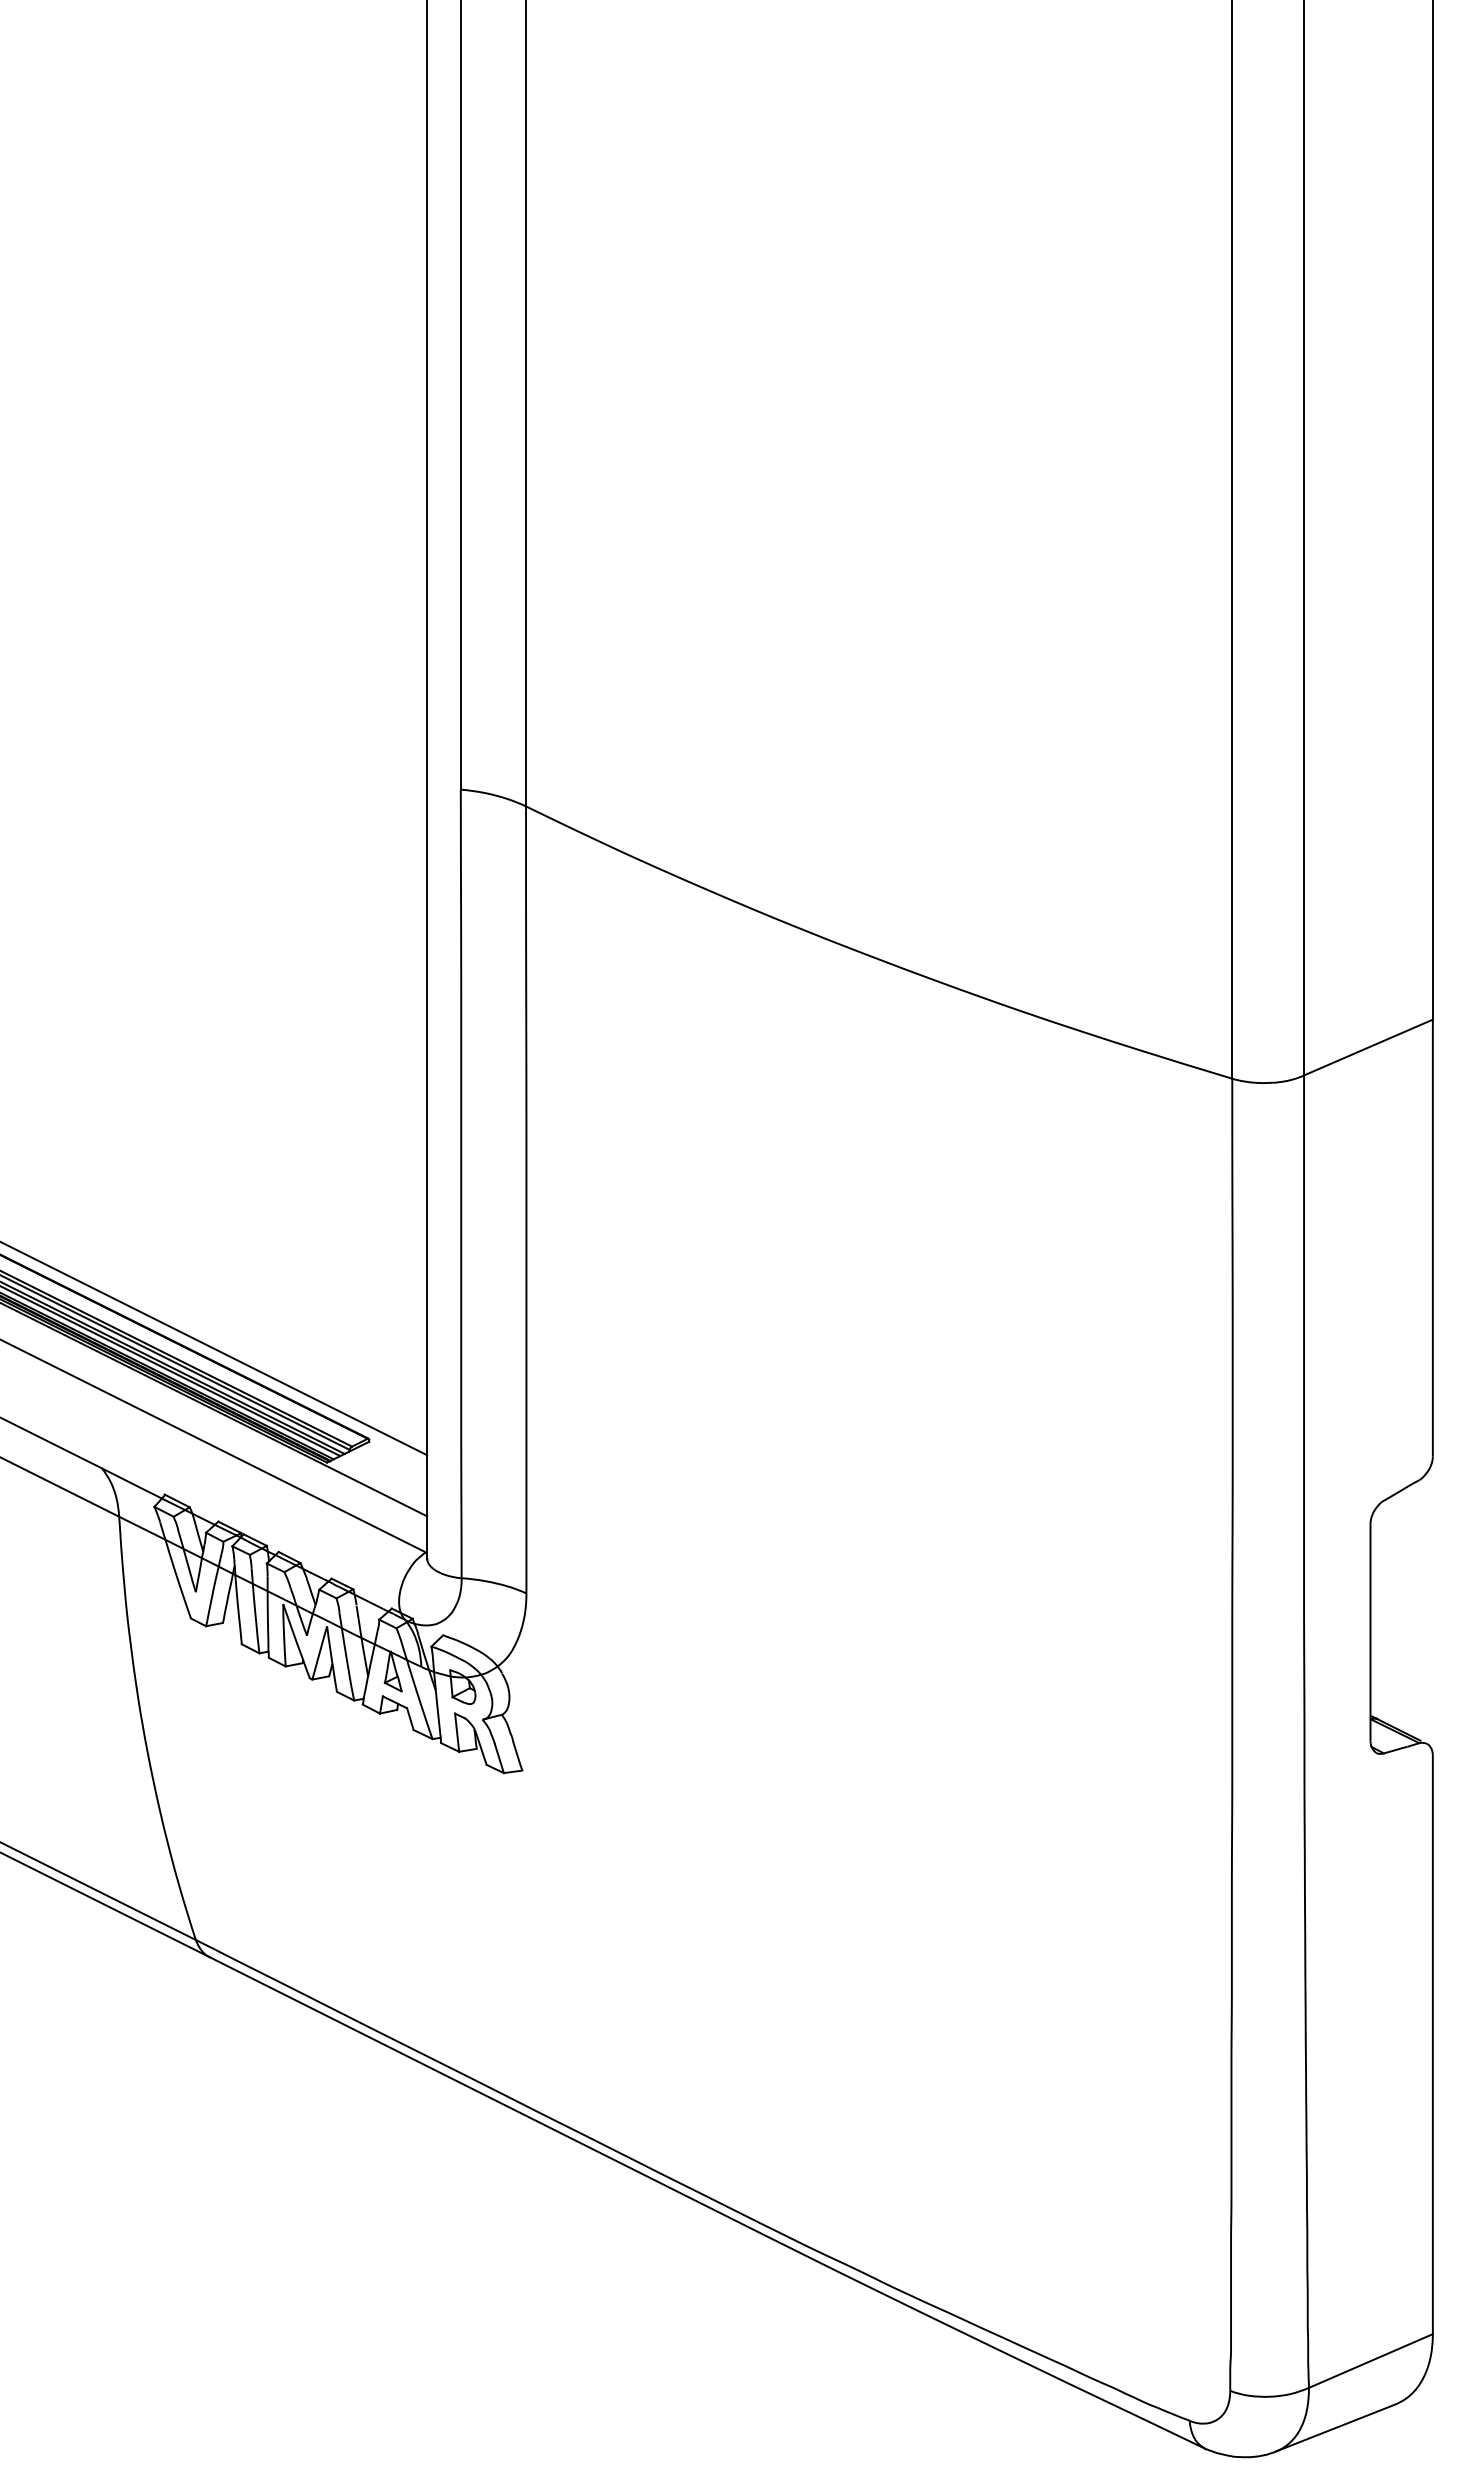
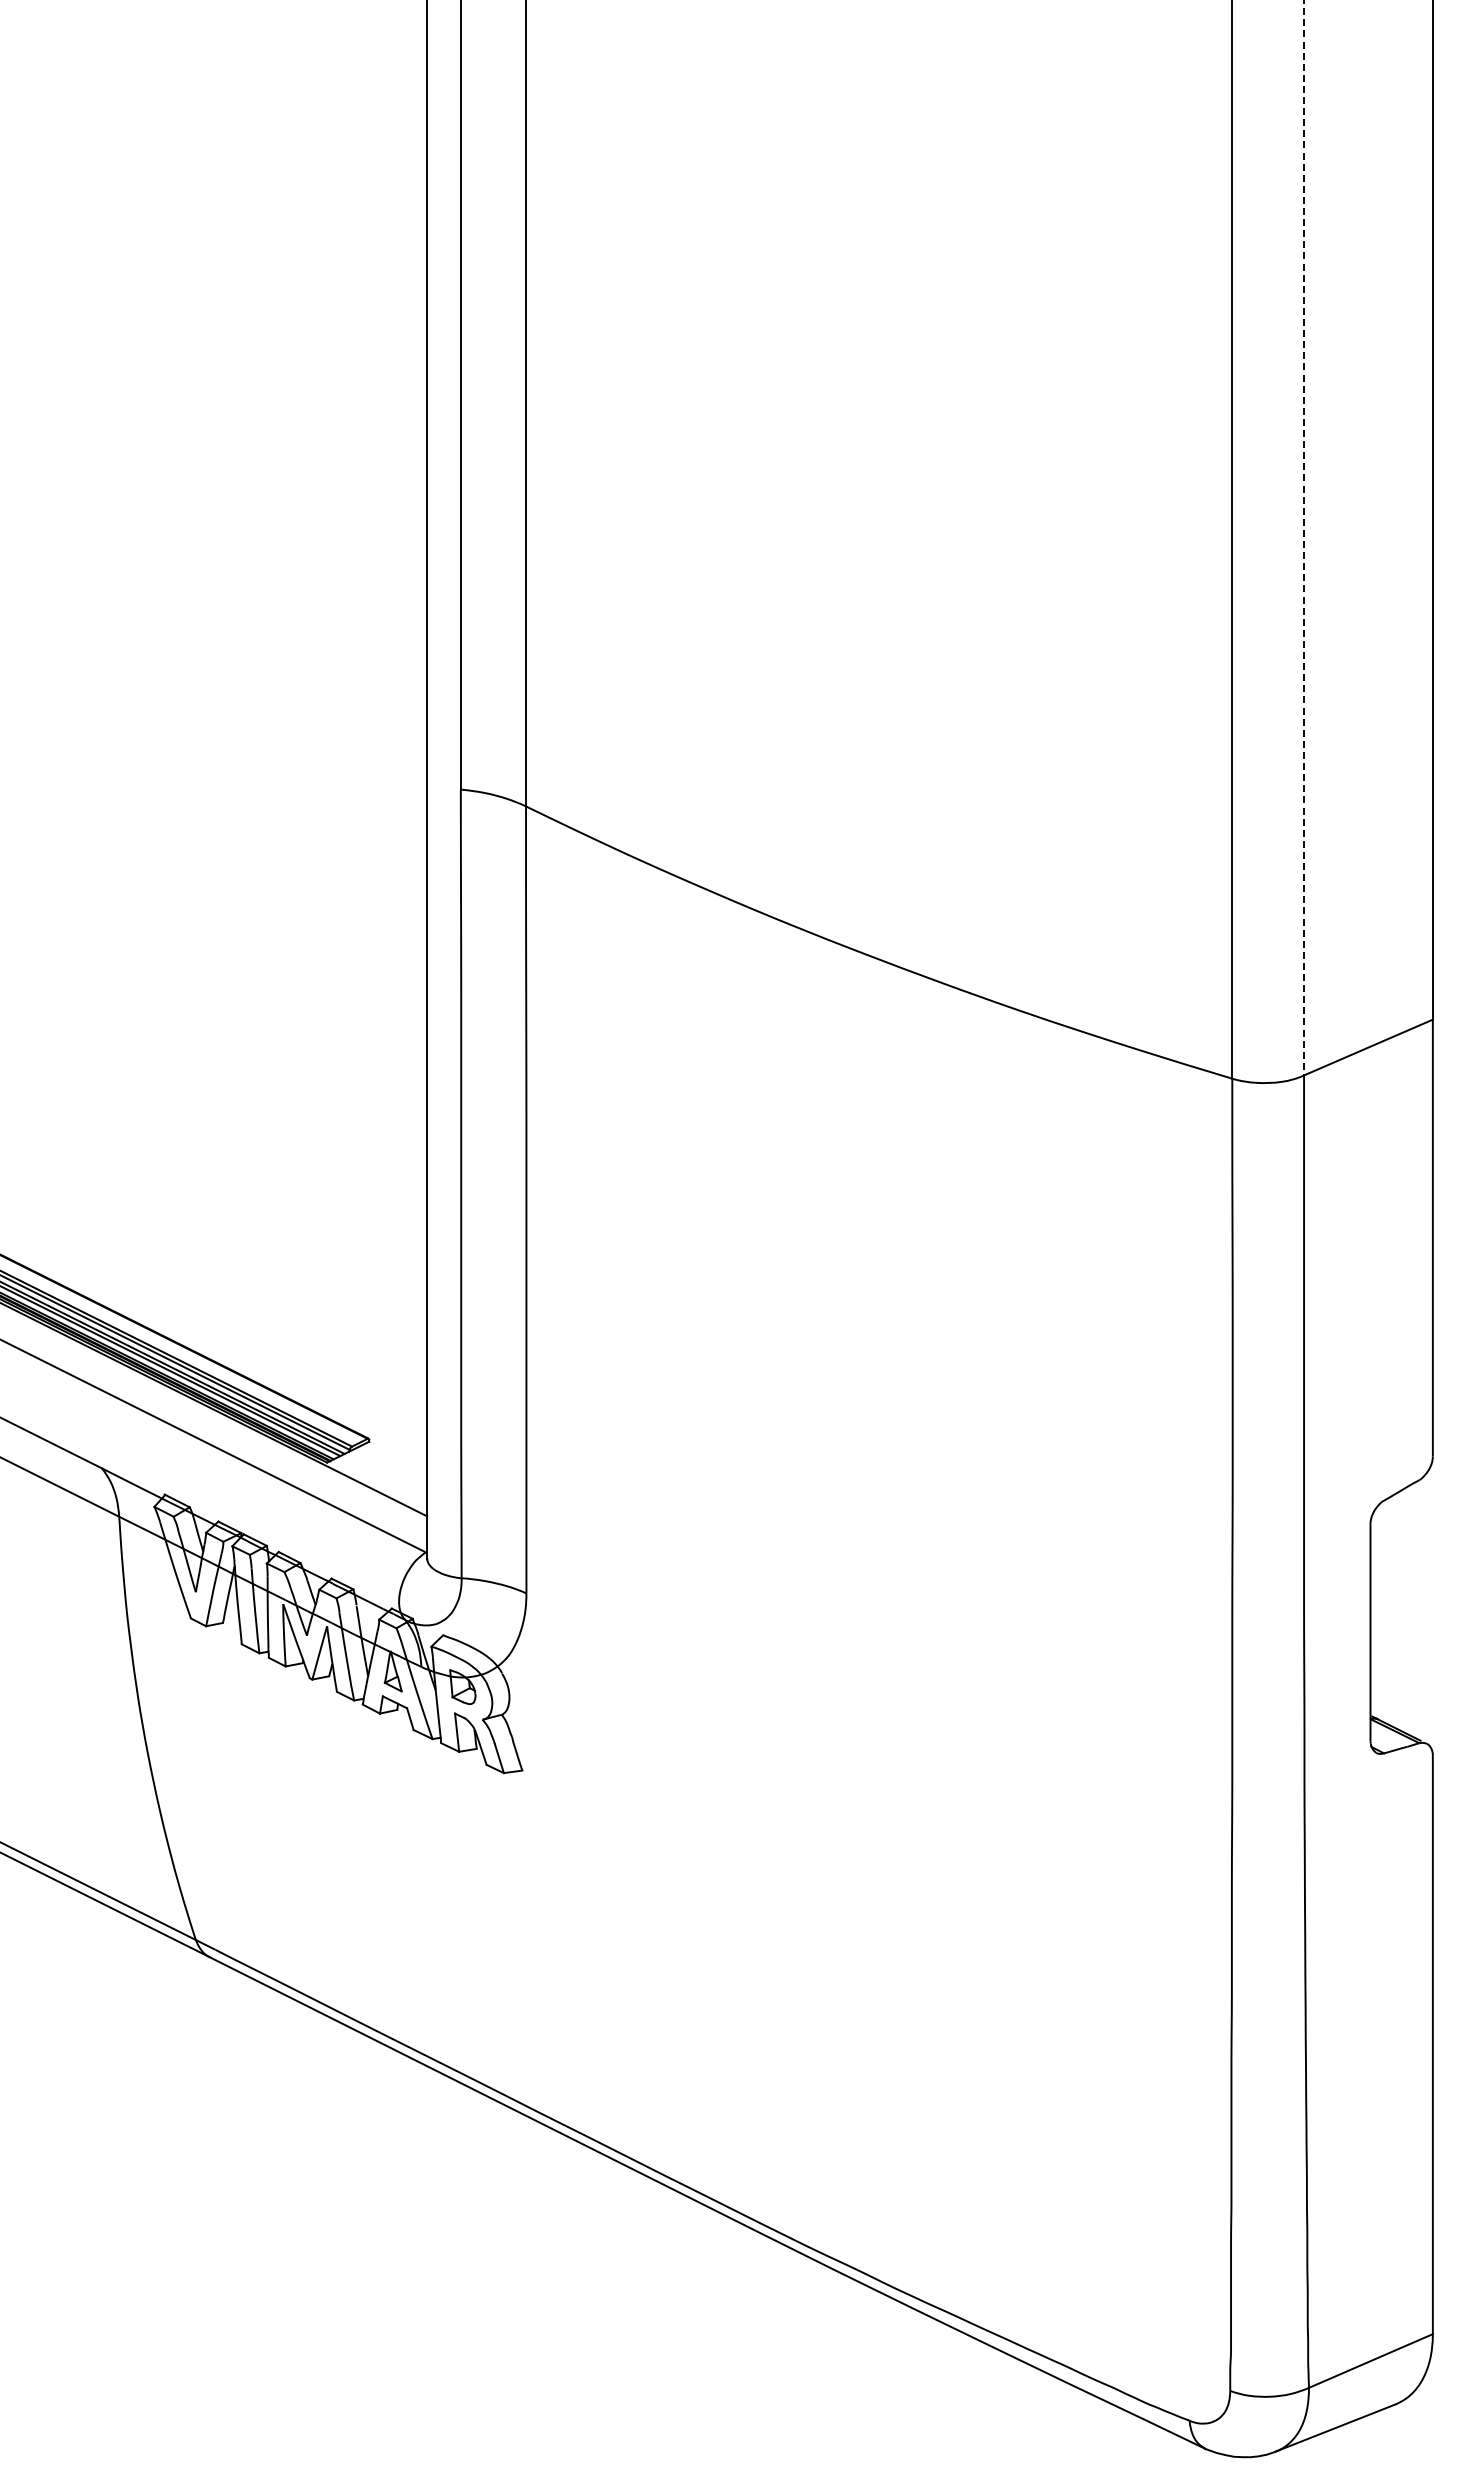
line at (1304, 538): solid -> dashed
line at (214, 1348): present -> none
